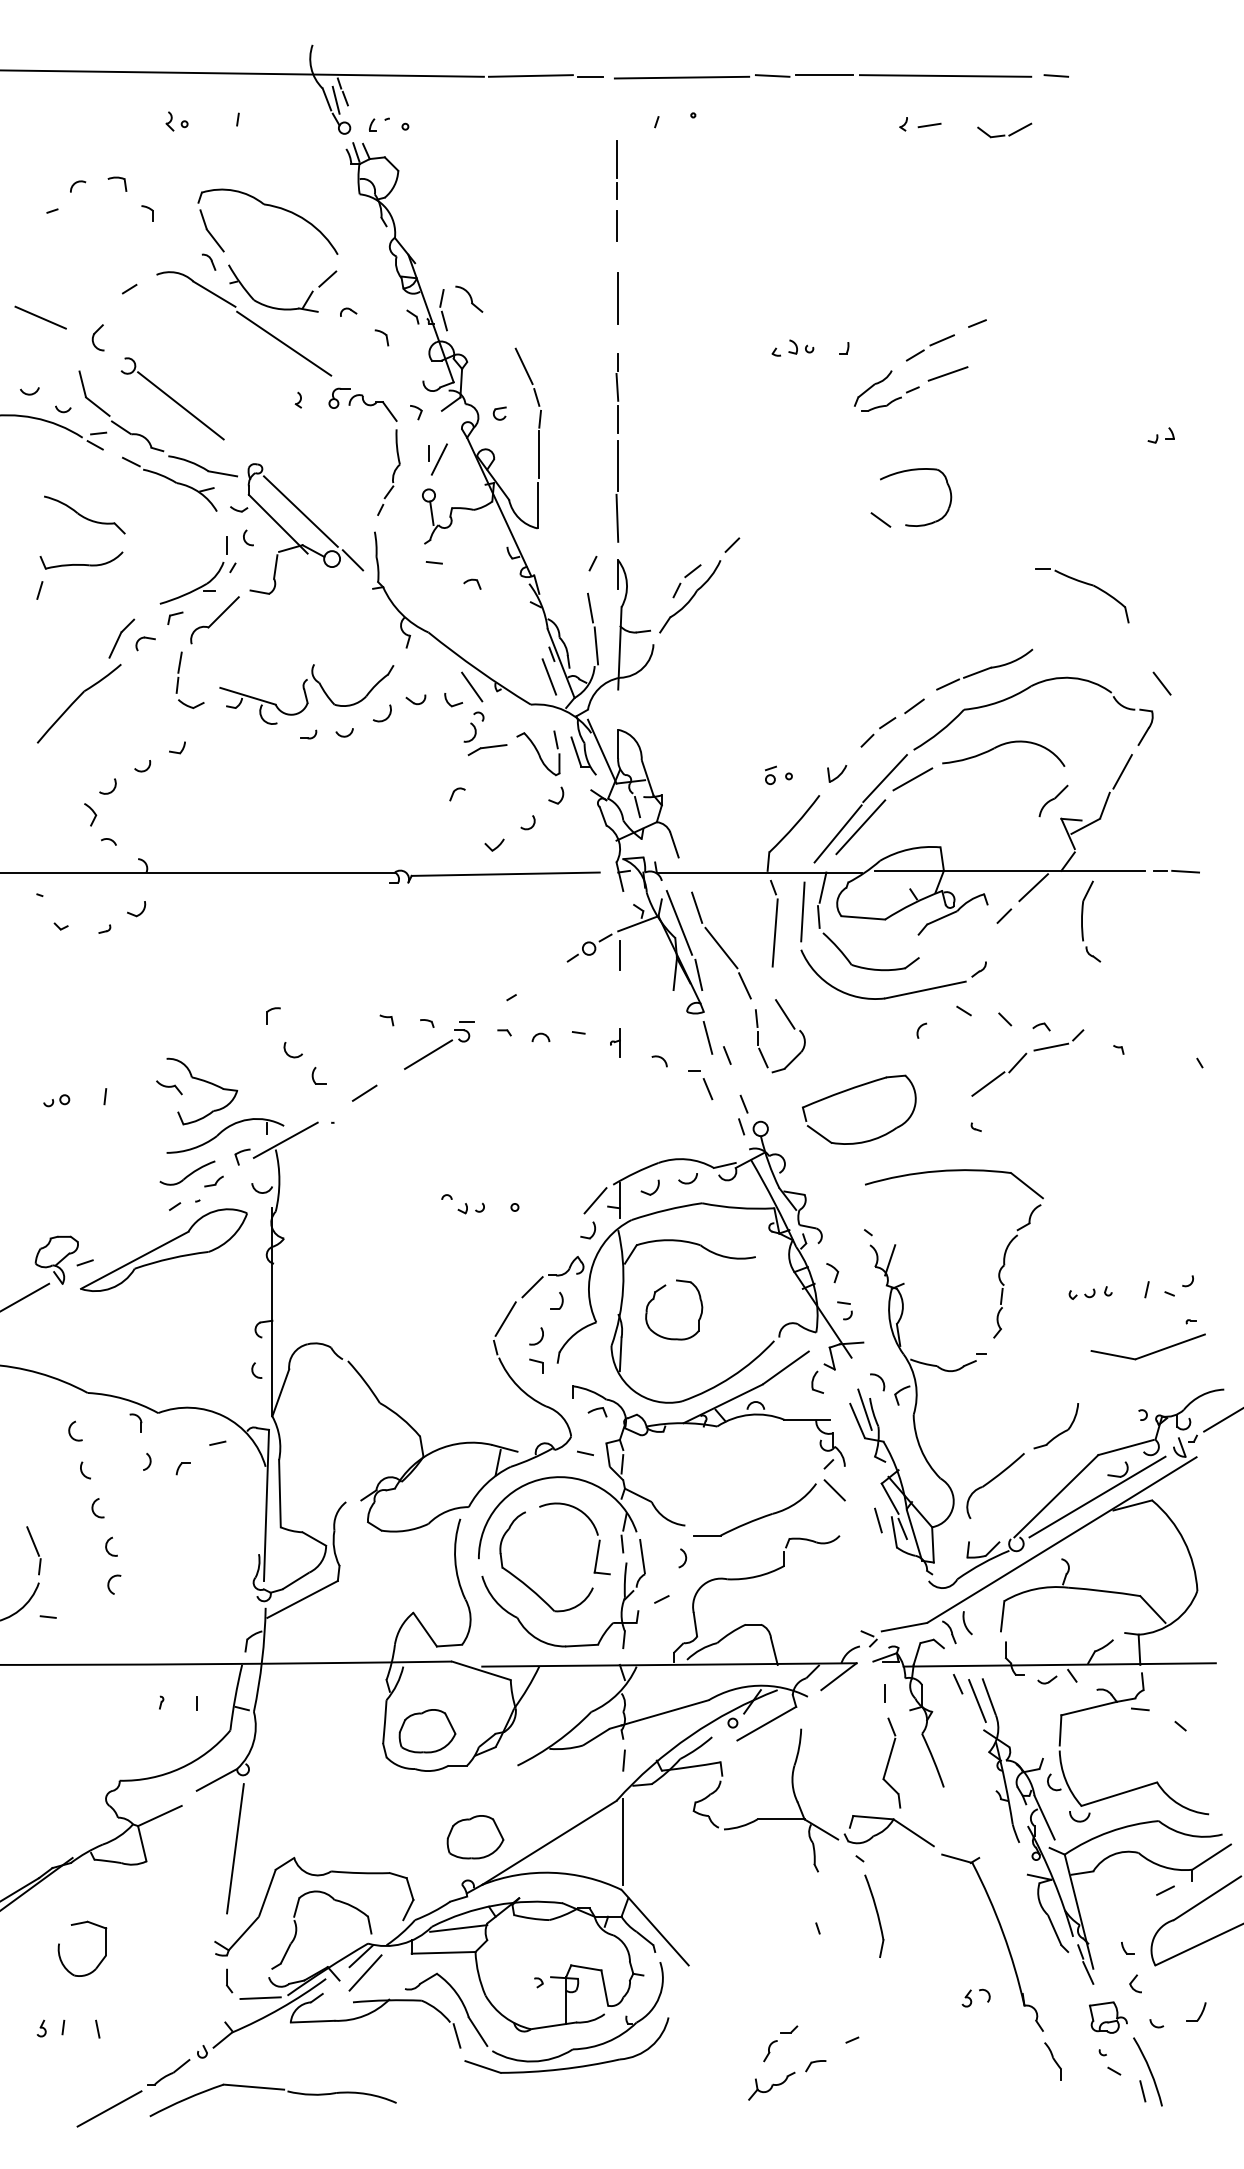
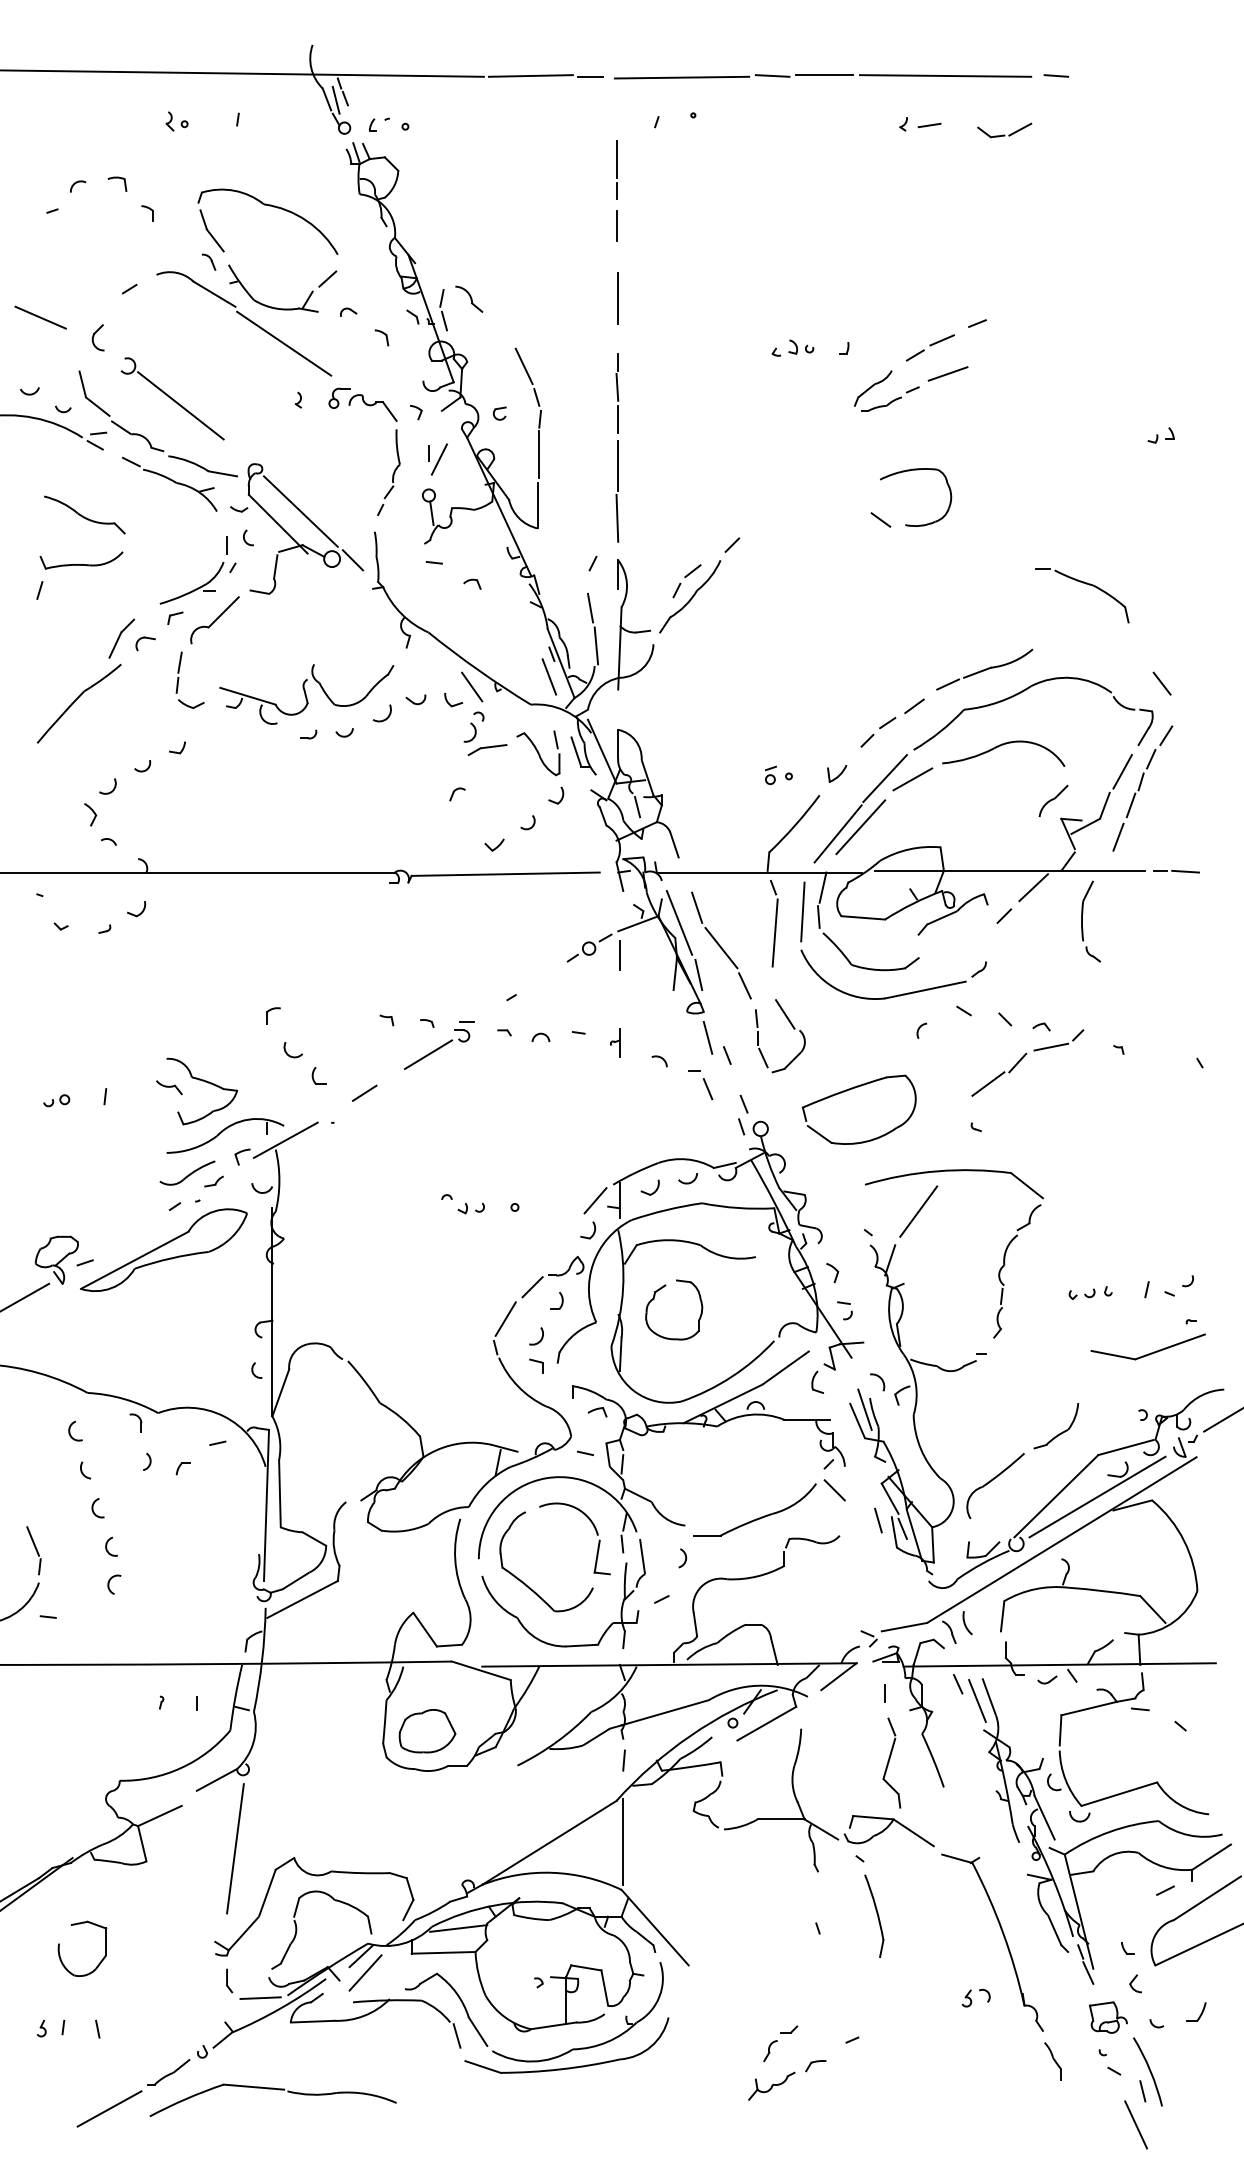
part at (1142, 788): none -> present
line at (918, 1211): none -> present
part at (475, 1837): present -> none
line at (1136, 2124): none -> present
